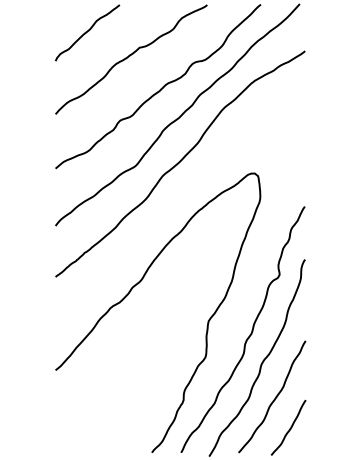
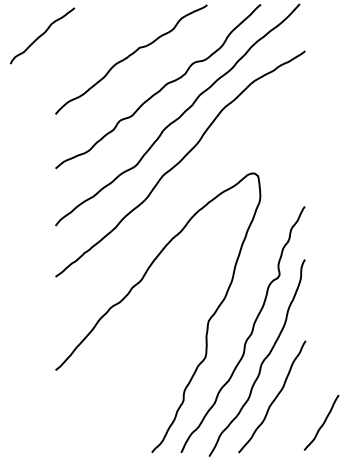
curve at (87, 32) position: (87, 32) -> (42, 35)
curve at (289, 428) position: (289, 428) -> (322, 423)
